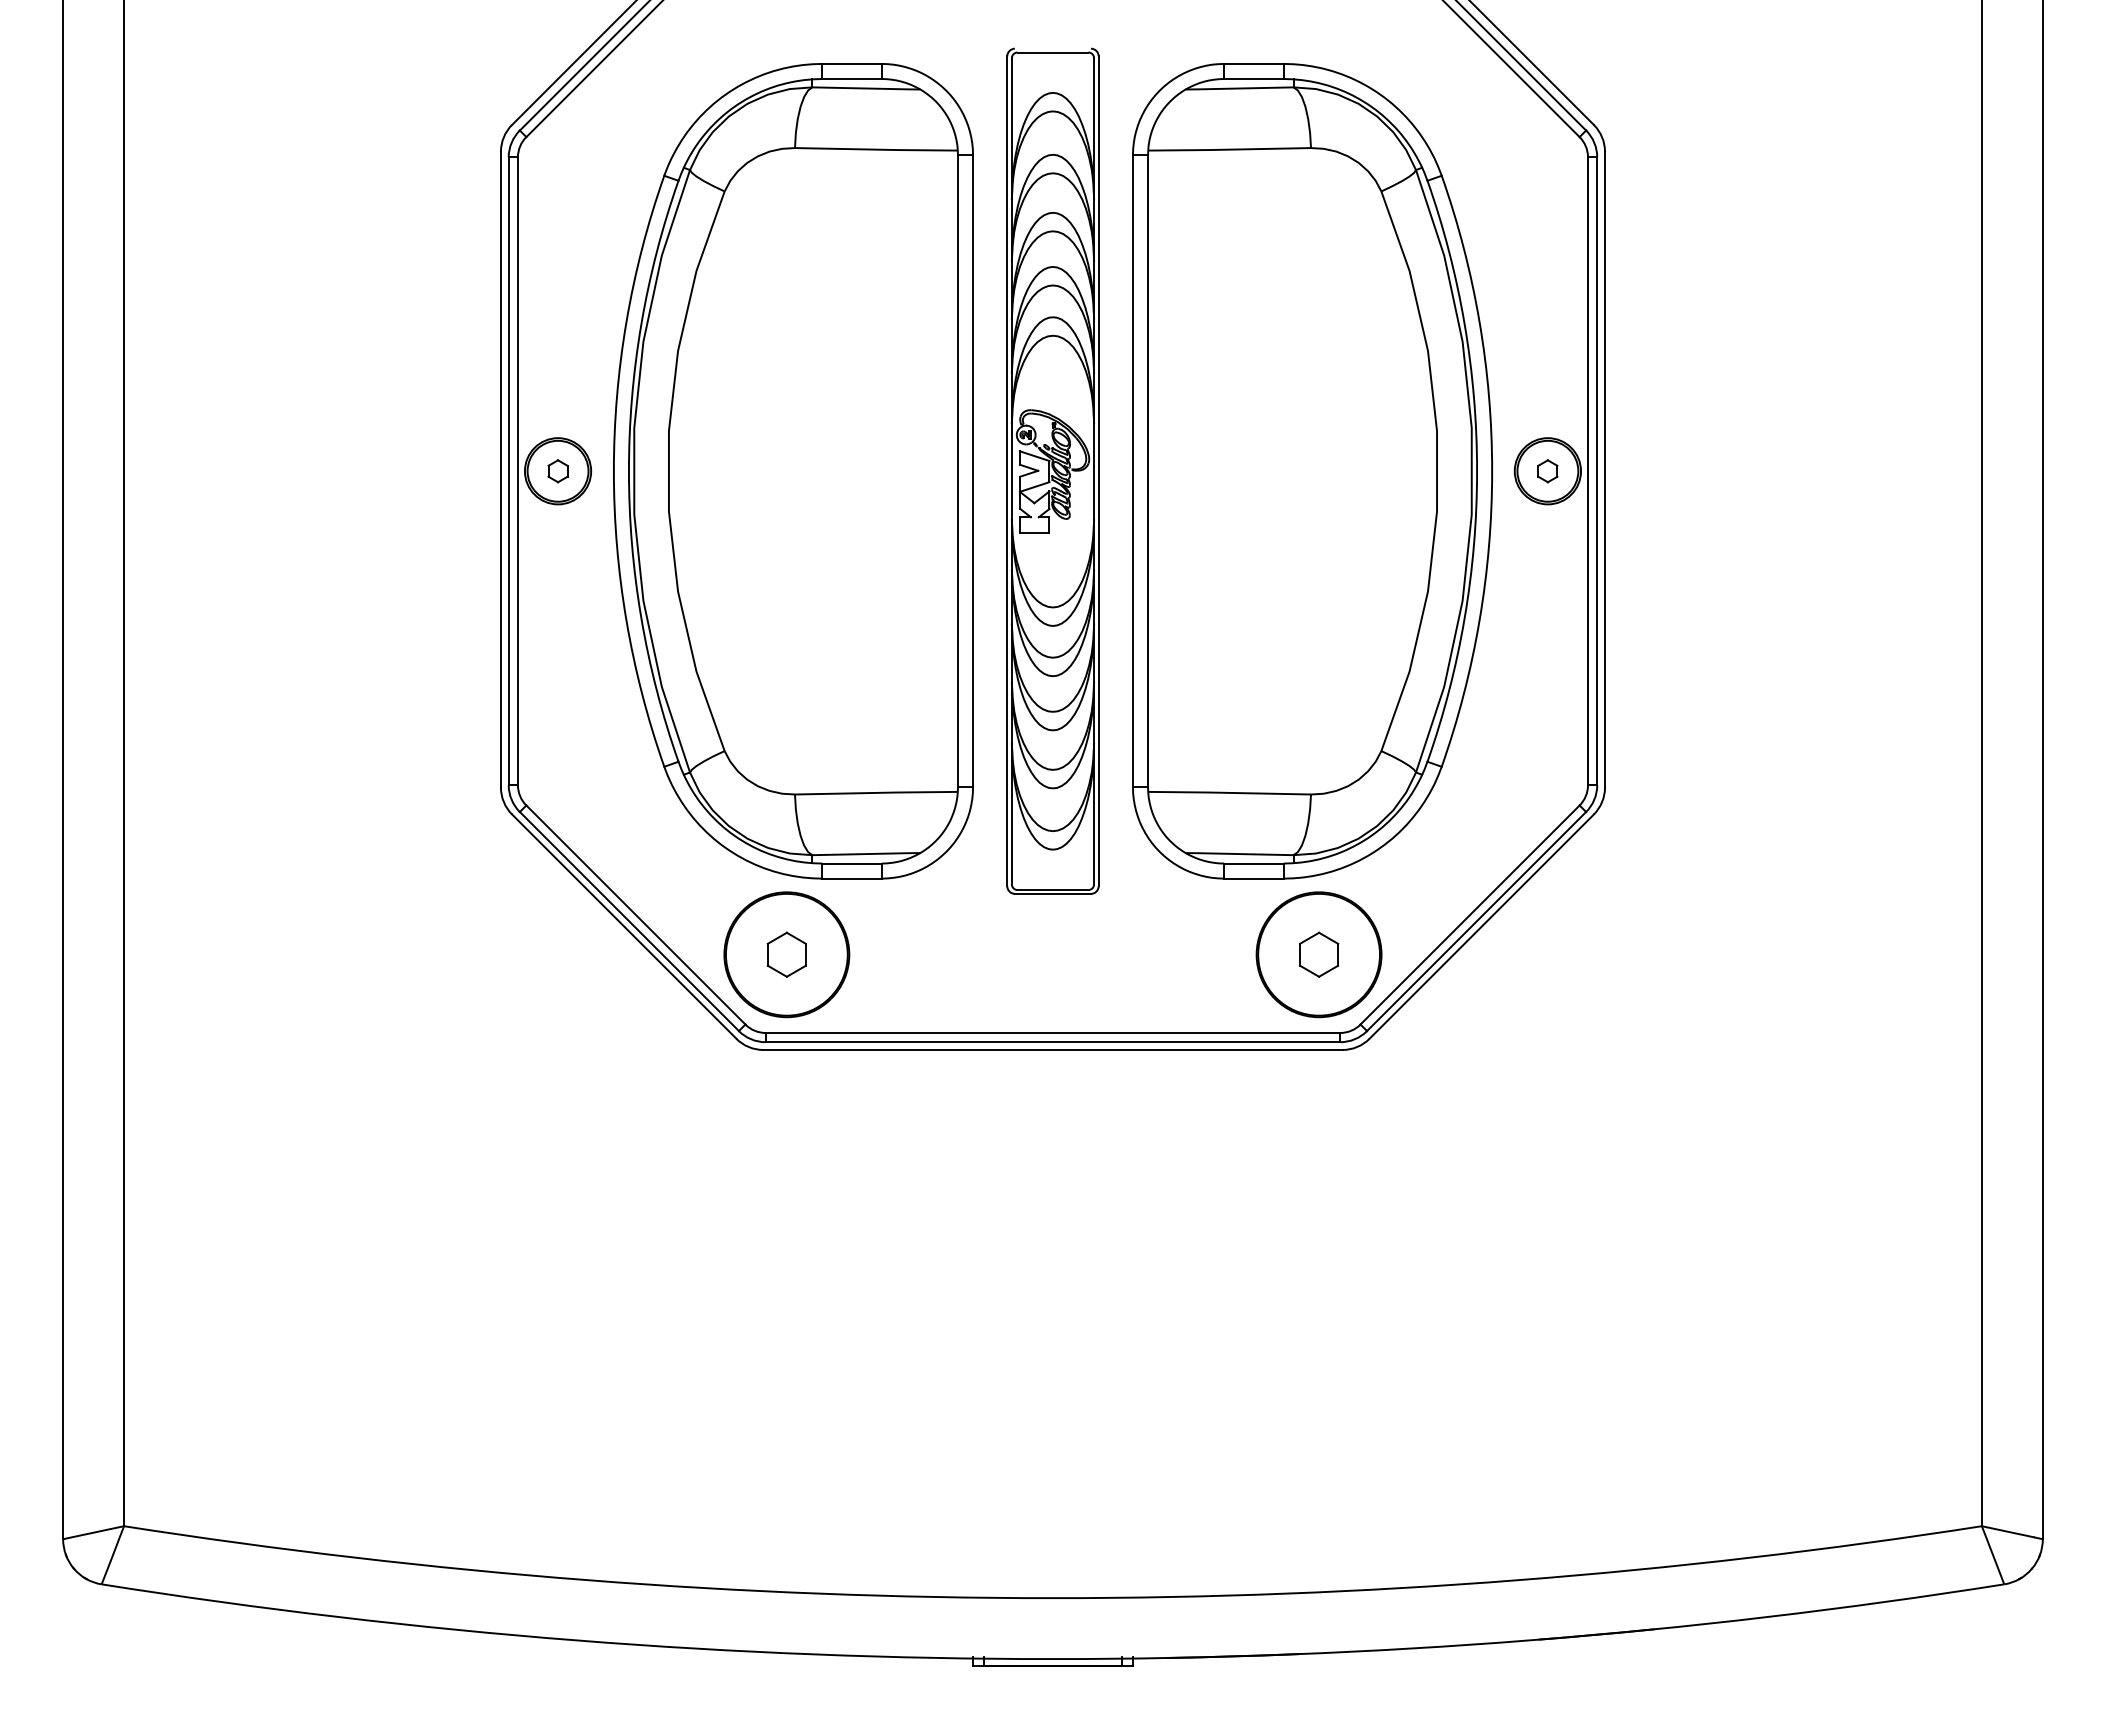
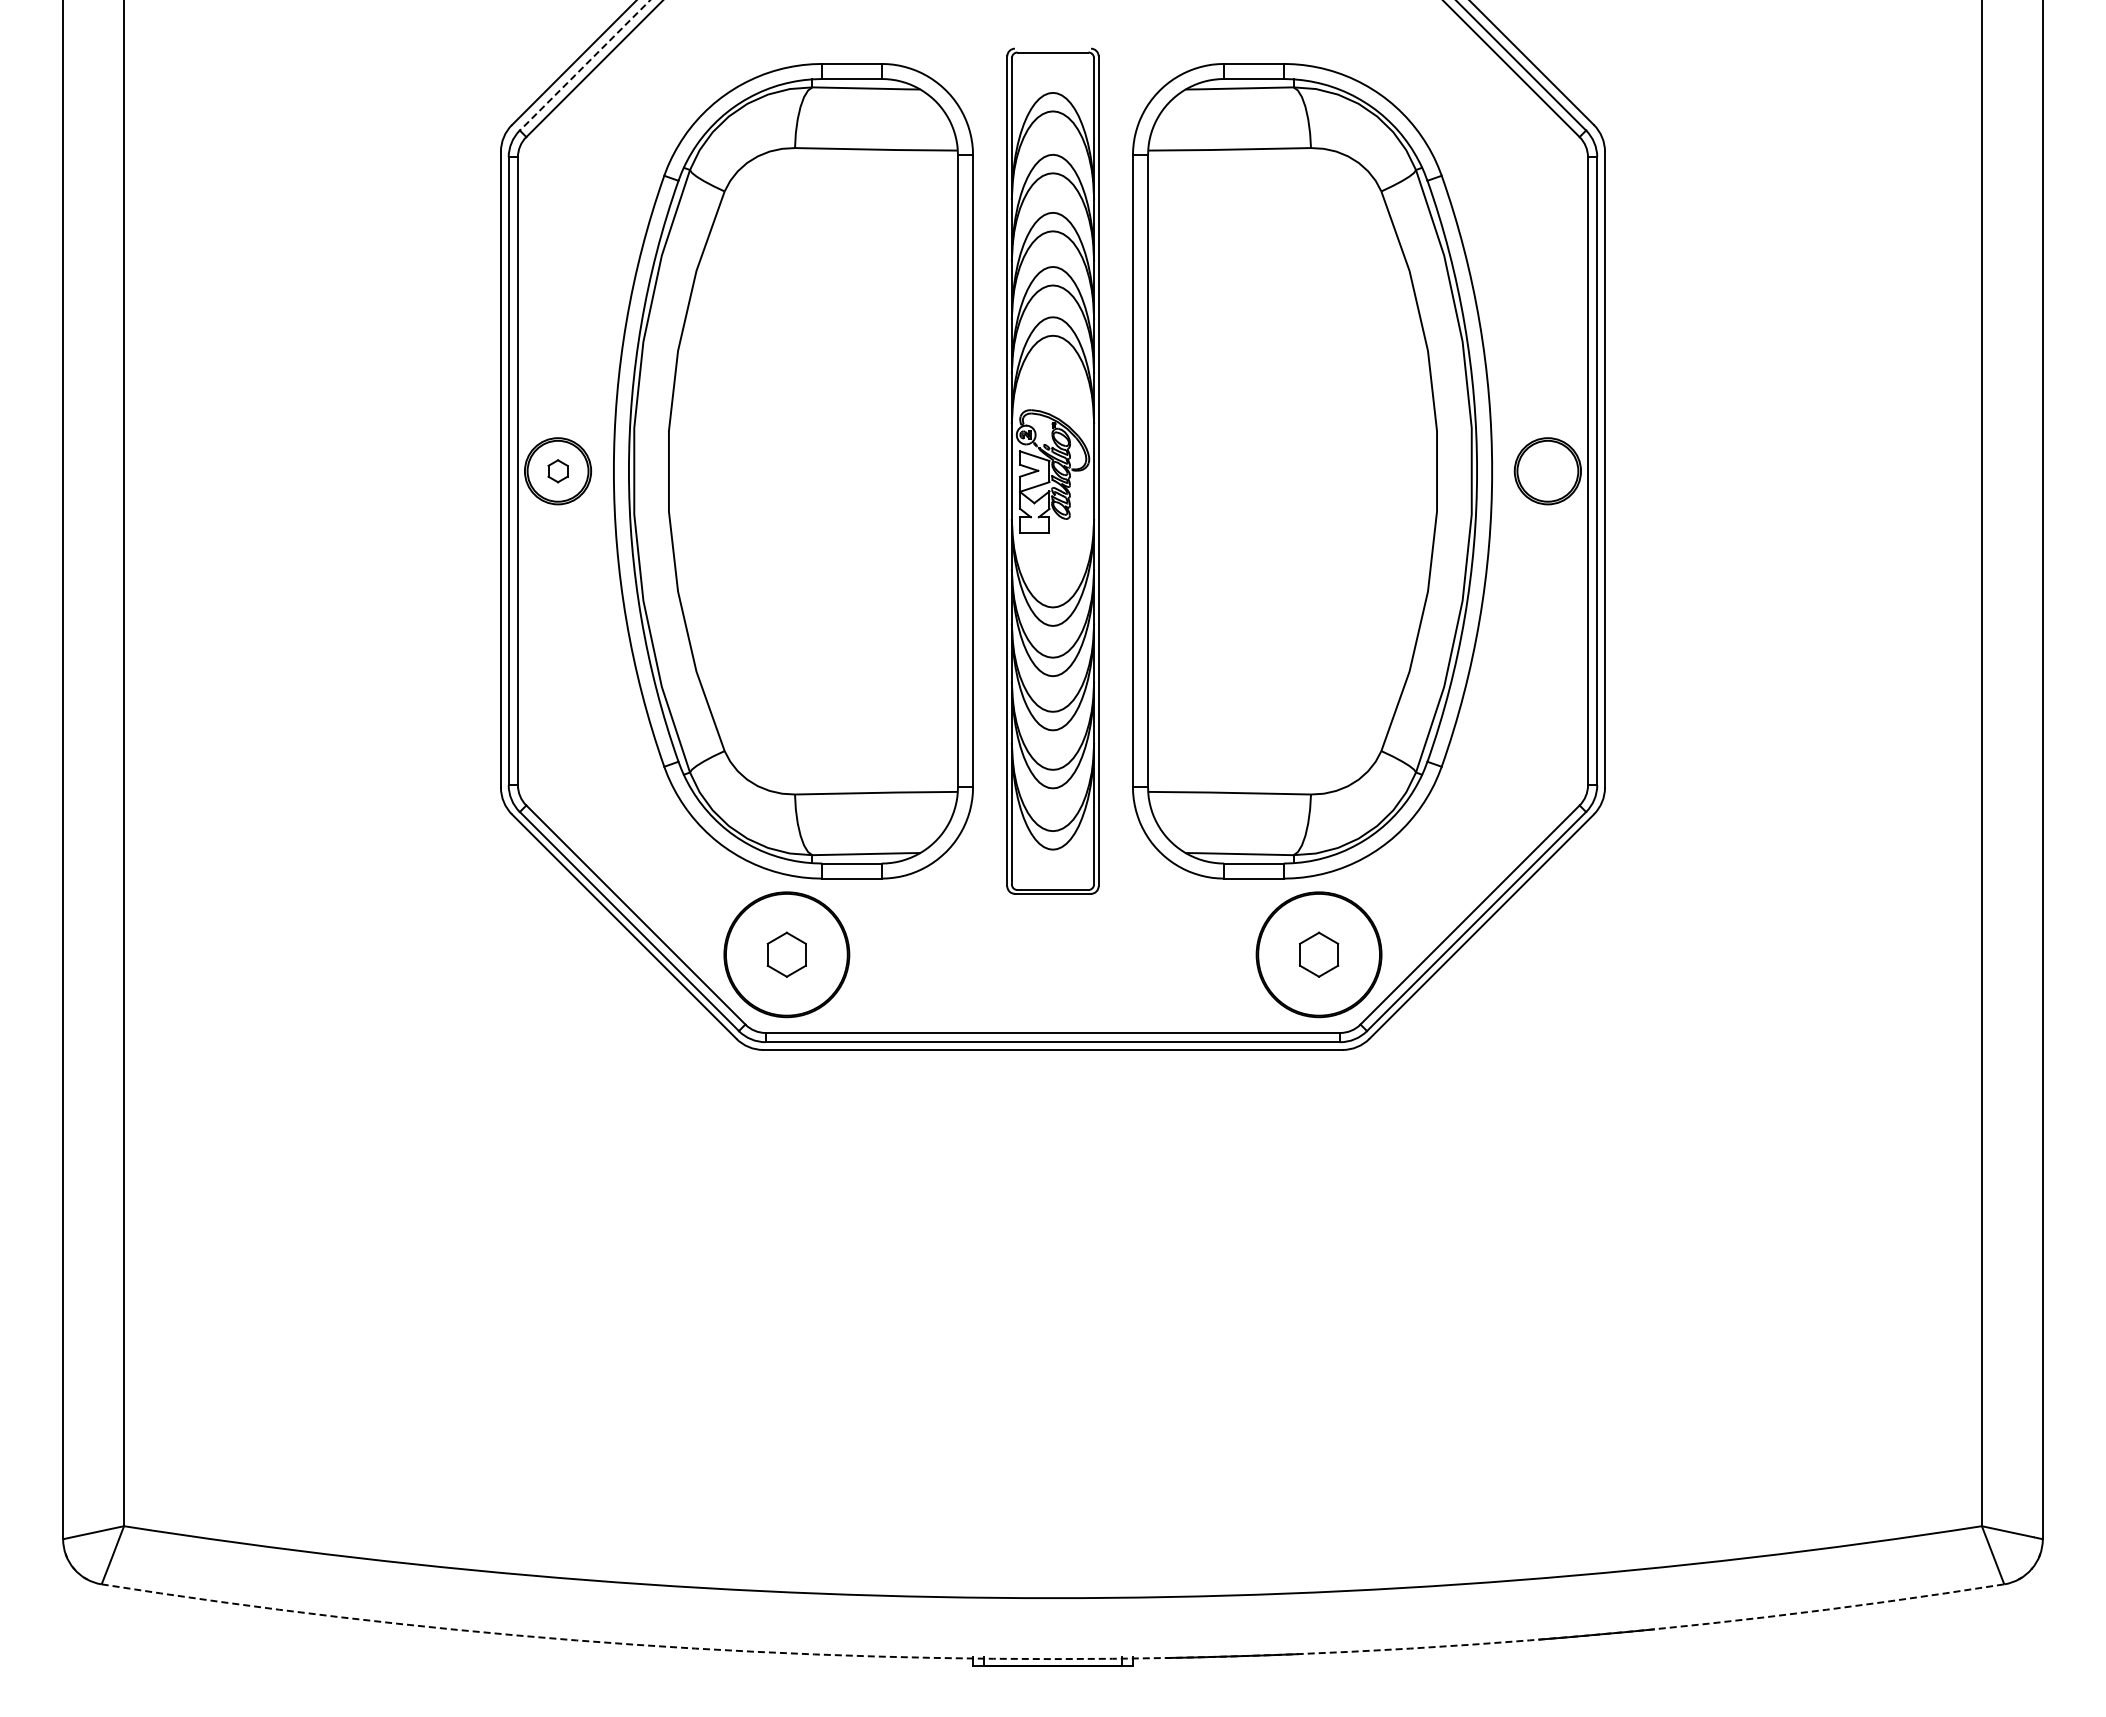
line at (584, 65): solid -> dashed
part at (1547, 471): present -> none
arc at (1052, 1659): solid -> dashed
